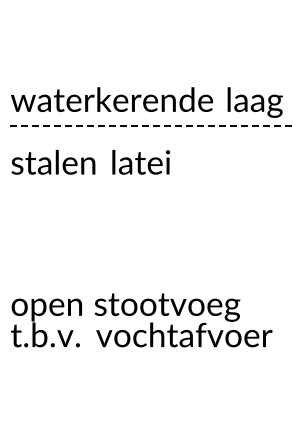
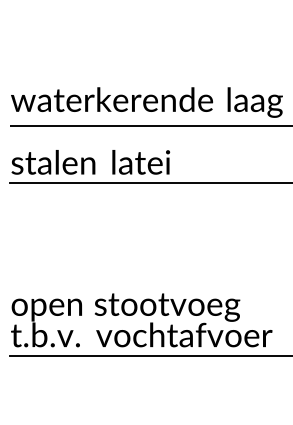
line at (151, 125): dashed -> solid
line at (149, 183): none -> present
line at (149, 355): none -> present
